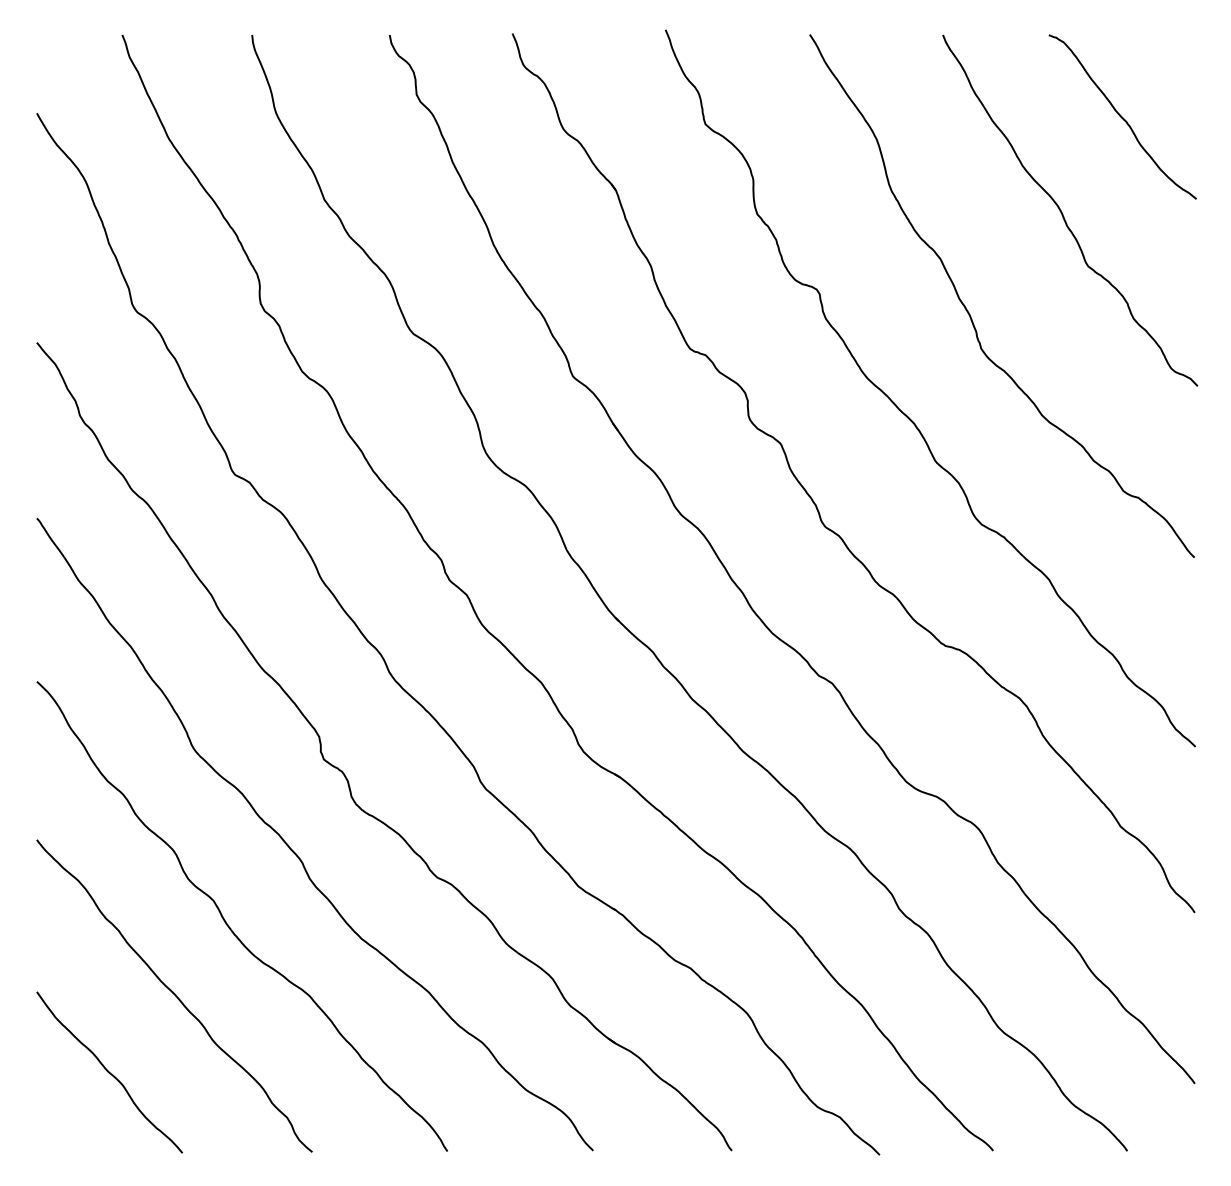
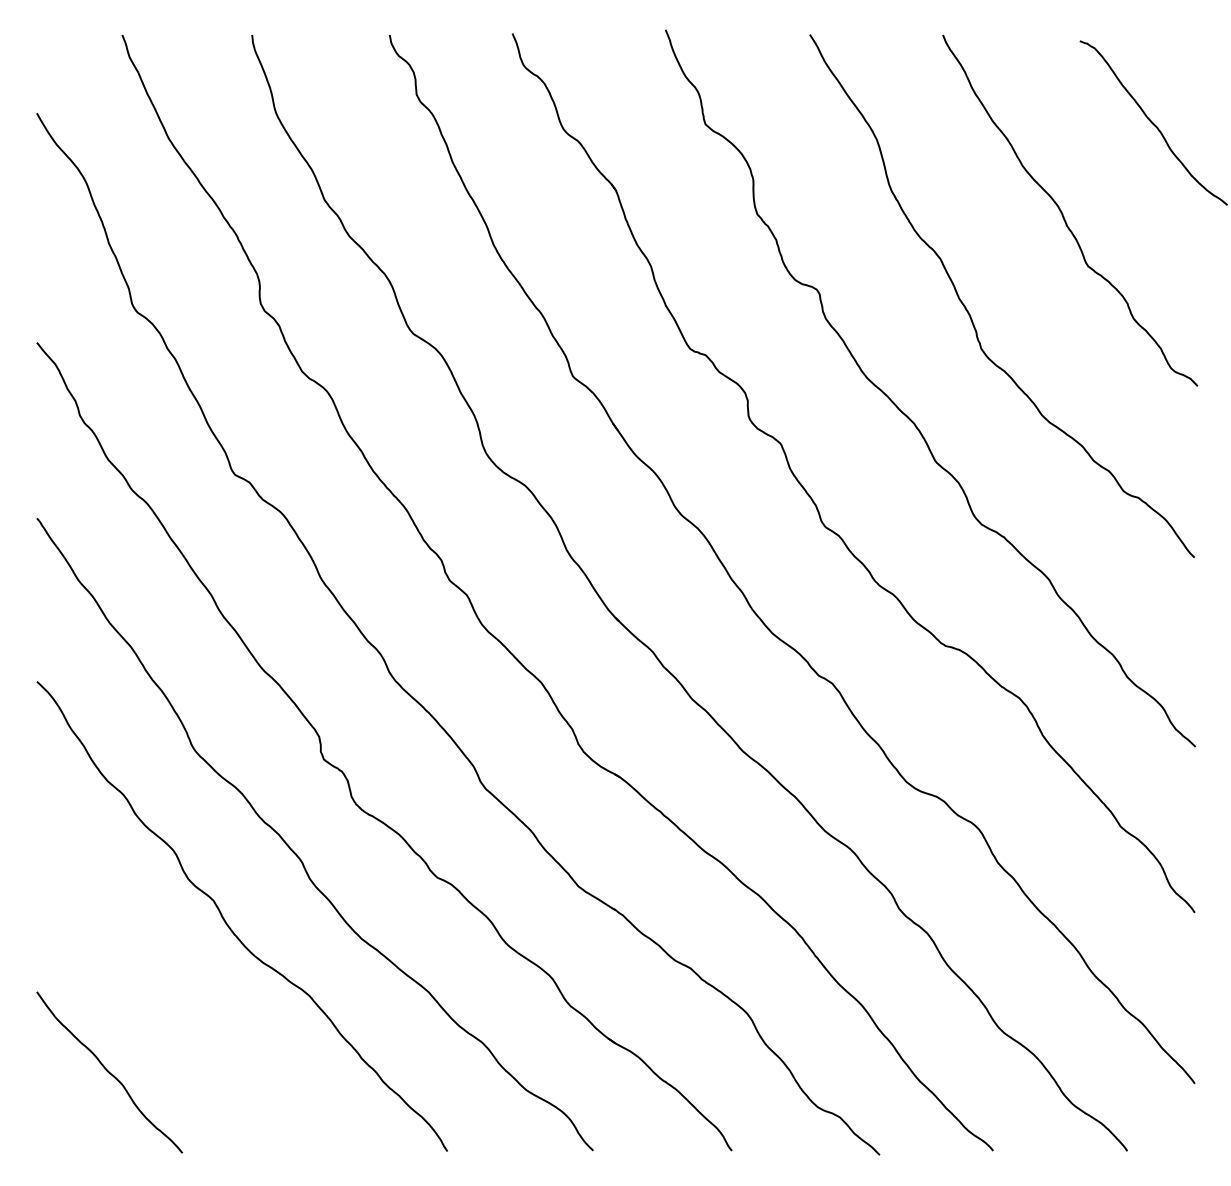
curve at (1122, 116) position: (1122, 116) -> (1153, 122)
curve at (174, 995): present -> none
